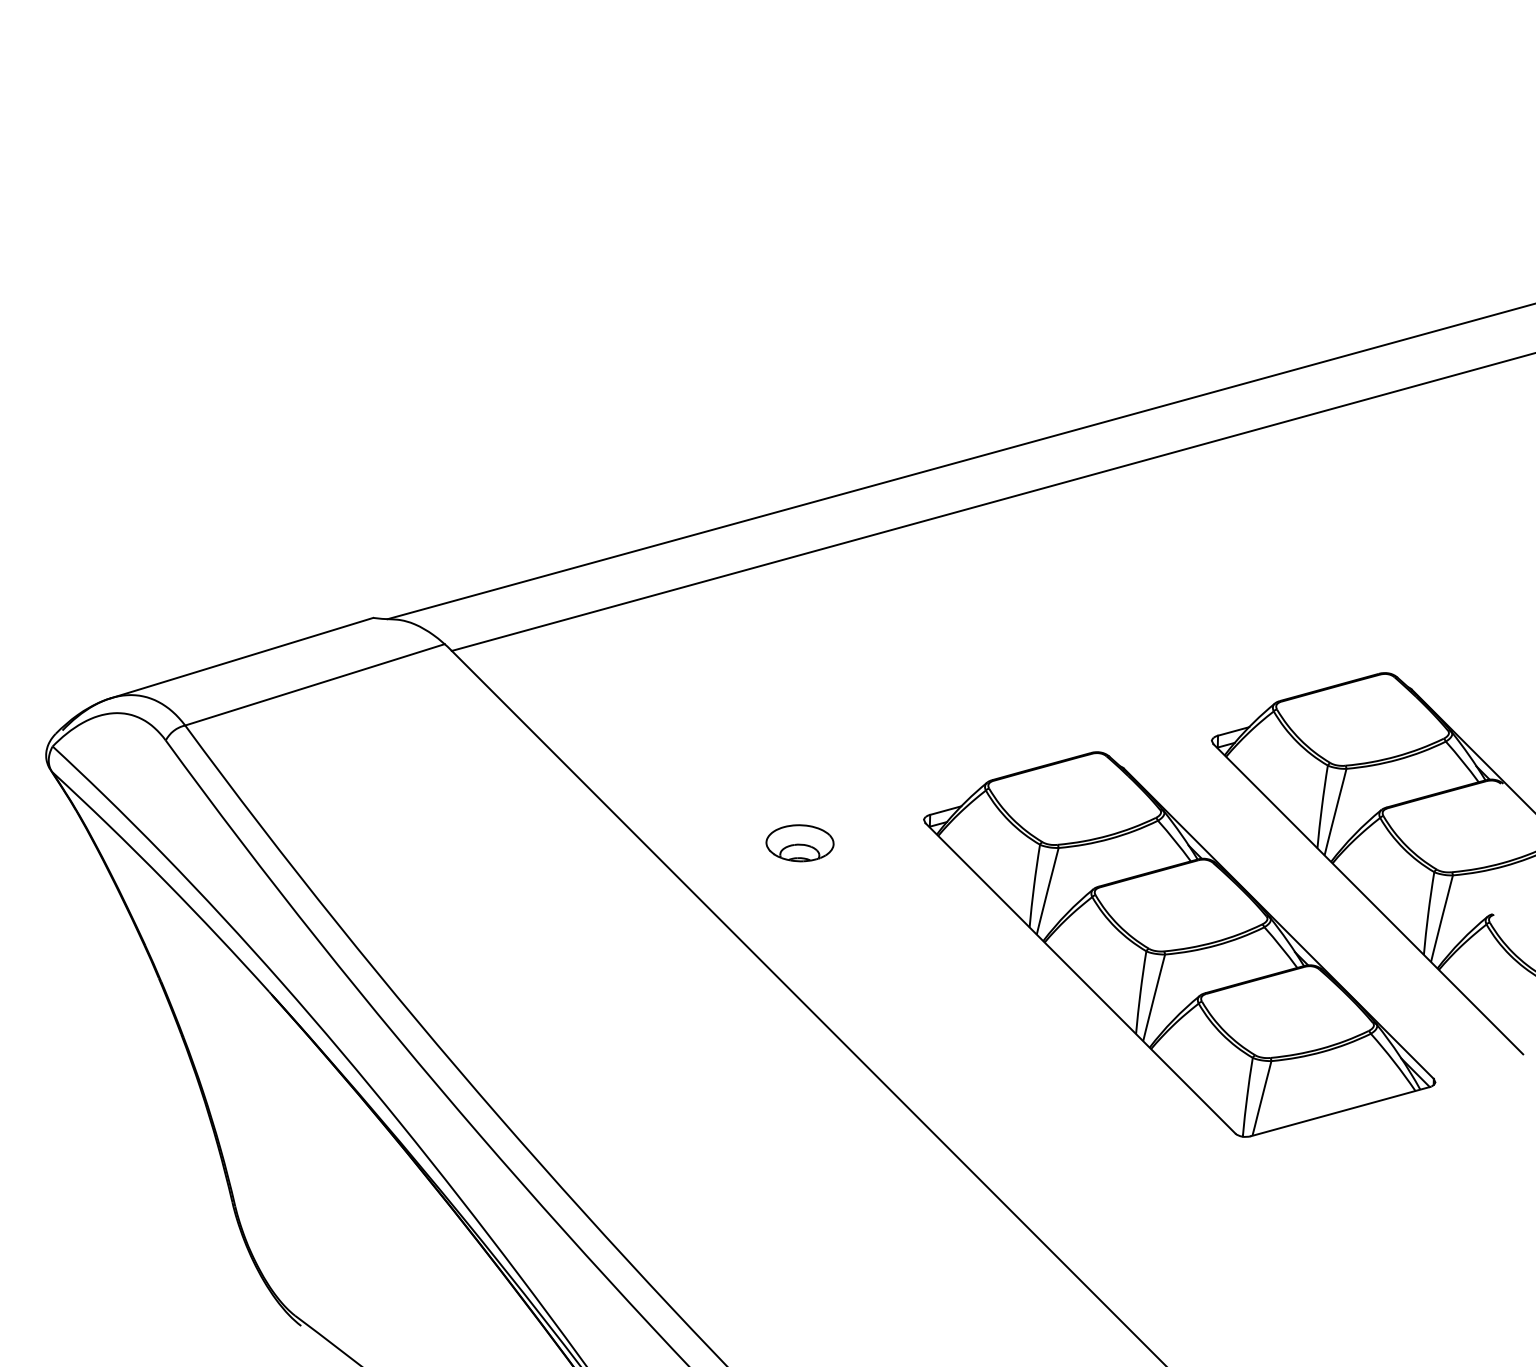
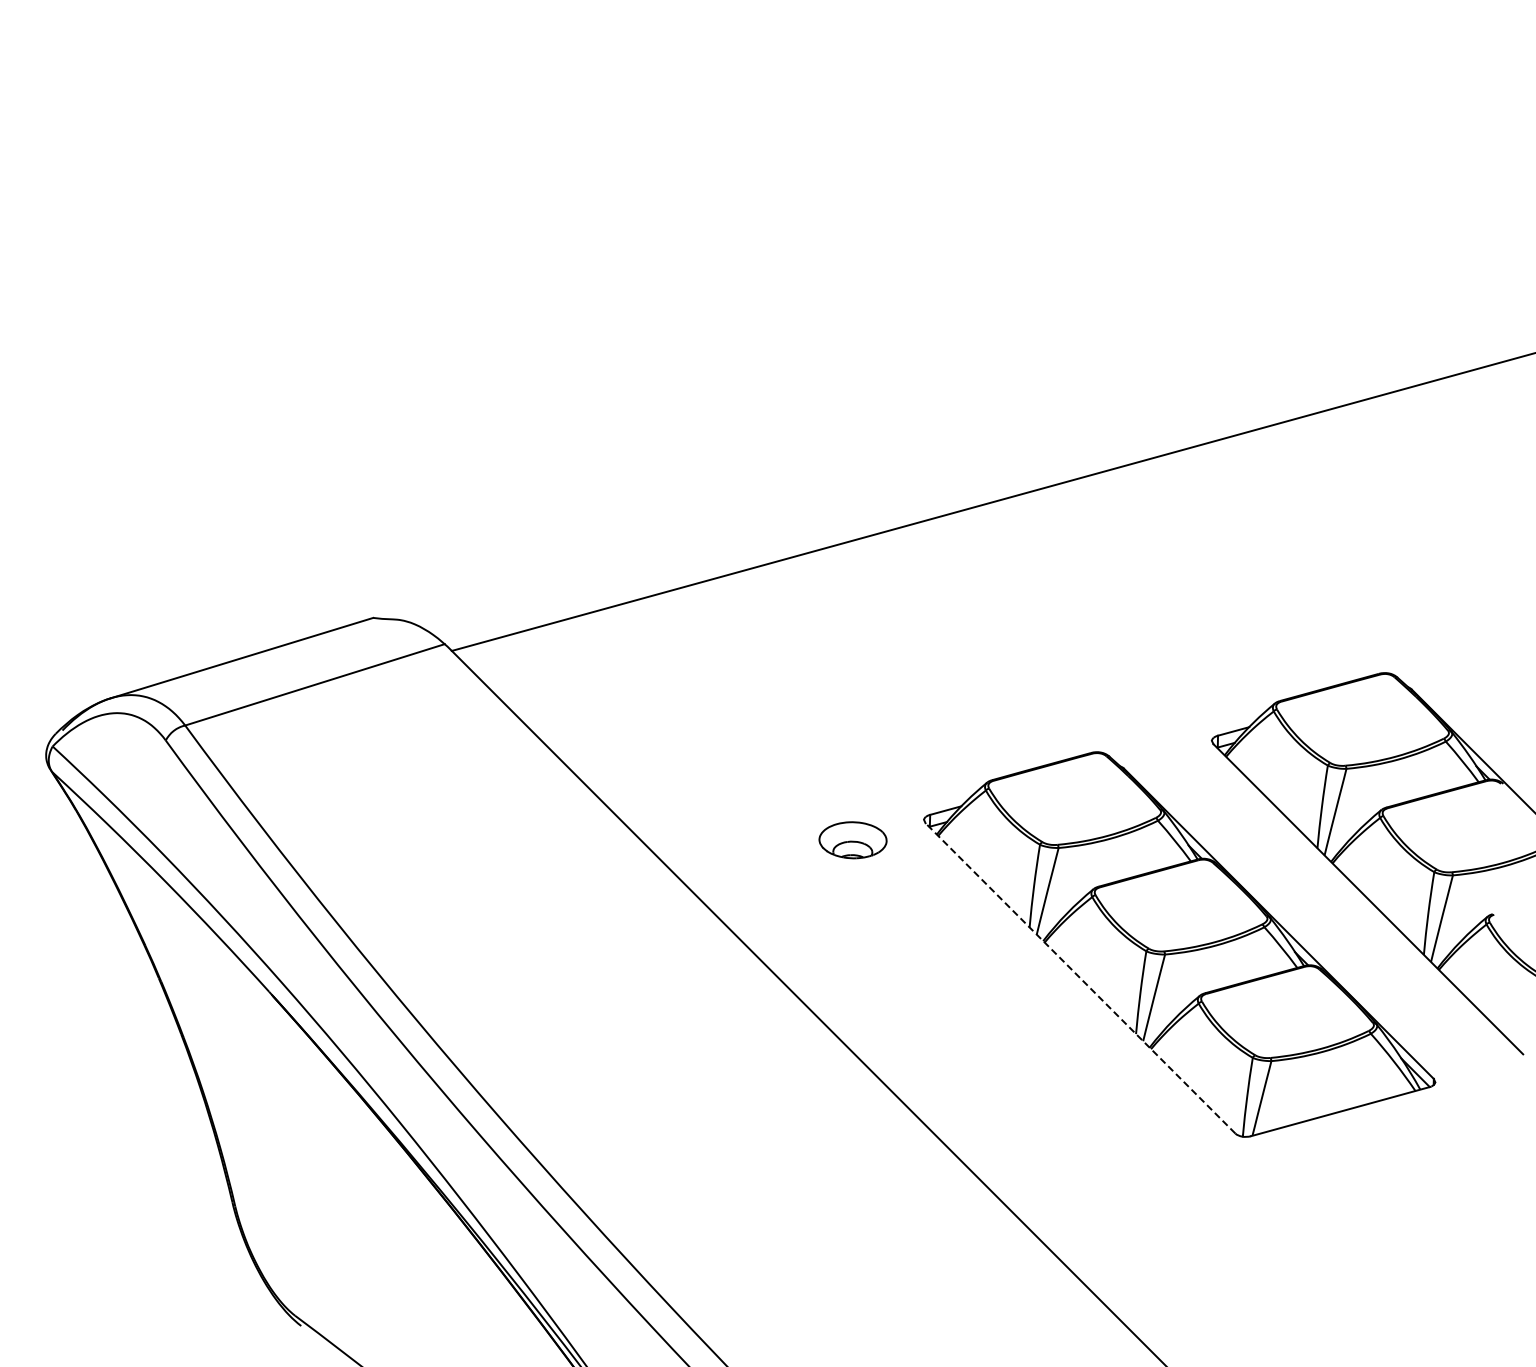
line at (959, 461): present -> none
part at (799, 843) position: (799, 843) -> (852, 840)
line at (1080, 977): solid -> dashed
